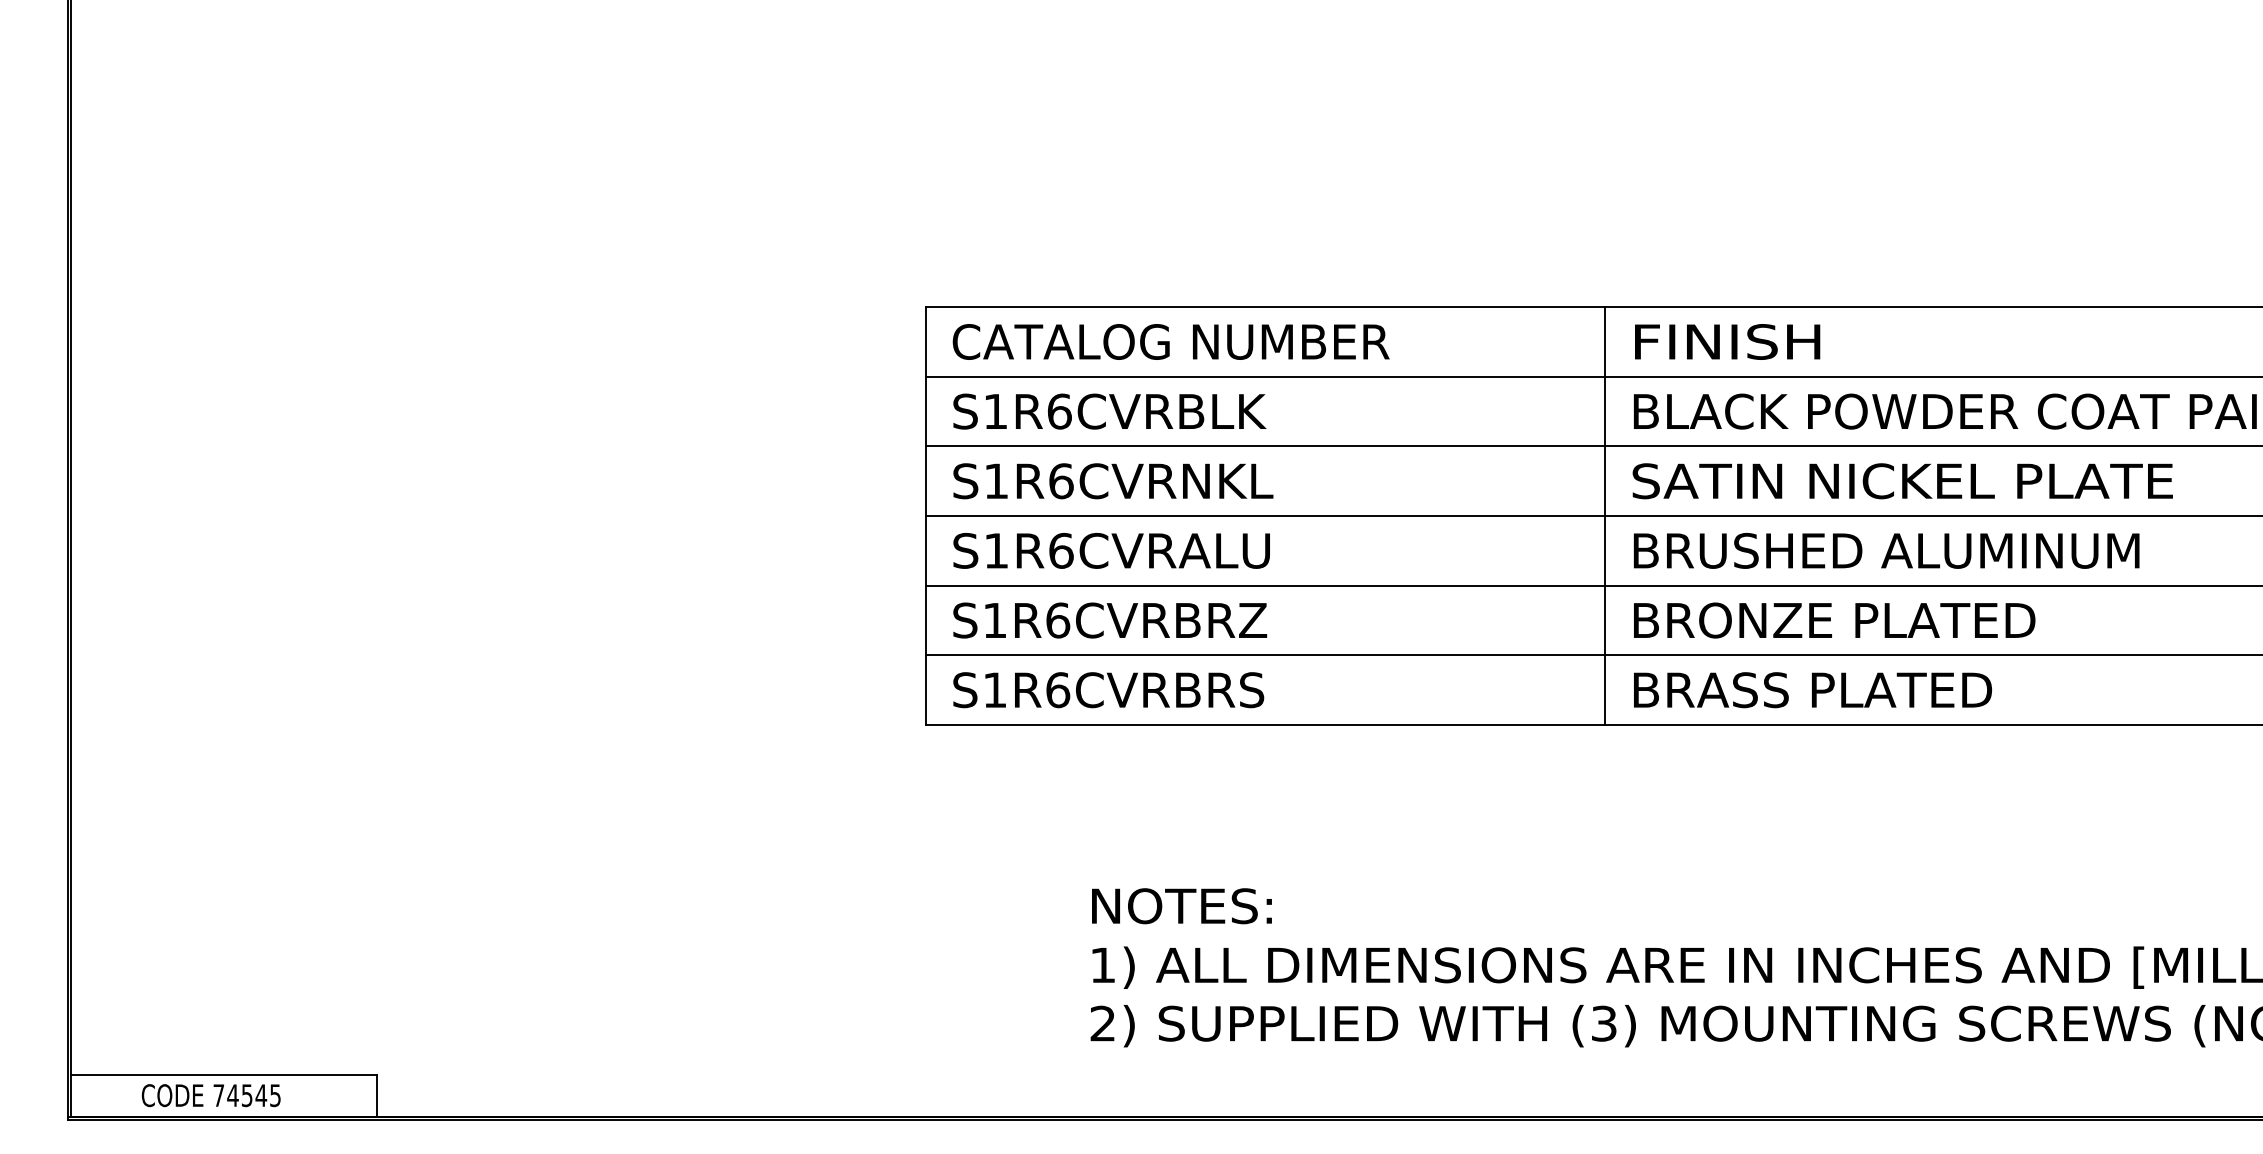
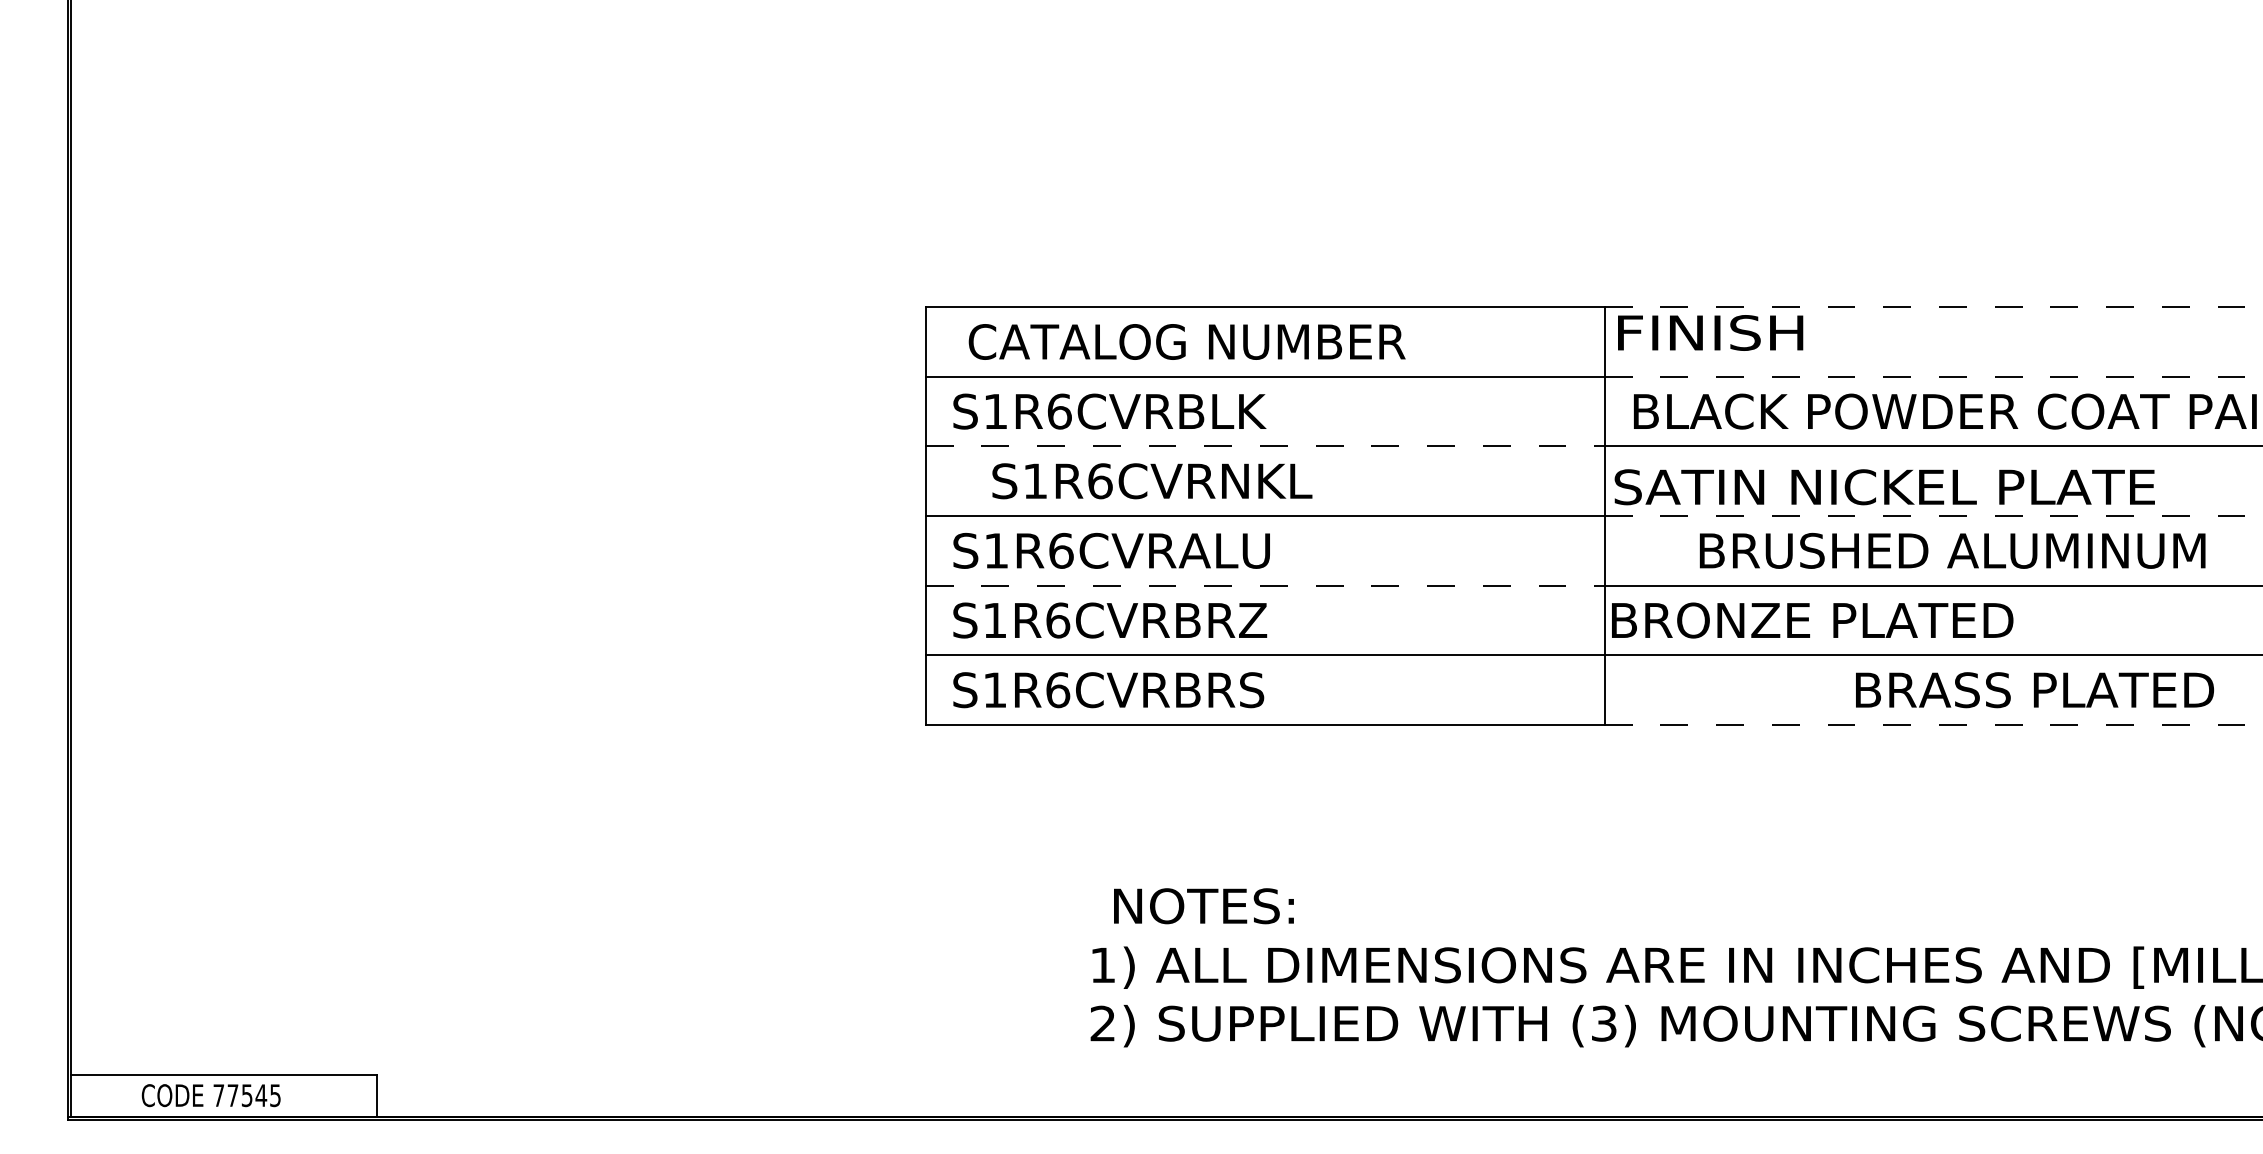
line at (1933, 307): solid -> dashed
text at (1170, 341) position: (1170, 341) -> (1186, 341)
text at (1727, 341) position: (1727, 341) -> (1710, 332)
line at (1933, 376): solid -> dashed
line at (1265, 446): solid -> dashed
text at (1113, 481) position: (1113, 481) -> (1152, 481)
text at (1902, 481) position: (1902, 481) -> (1884, 487)
line at (1933, 516): solid -> dashed
text at (1886, 550) position: (1886, 550) -> (1952, 550)
line at (1265, 585): solid -> dashed
text at (1834, 620) position: (1834, 620) -> (1812, 620)
text at (1812, 690) position: (1812, 690) -> (2034, 690)
line at (1933, 725): solid -> dashed
text at (1181, 906) position: (1181, 906) -> (1203, 906)
text at (232, 1095): 74545 -> 77545
